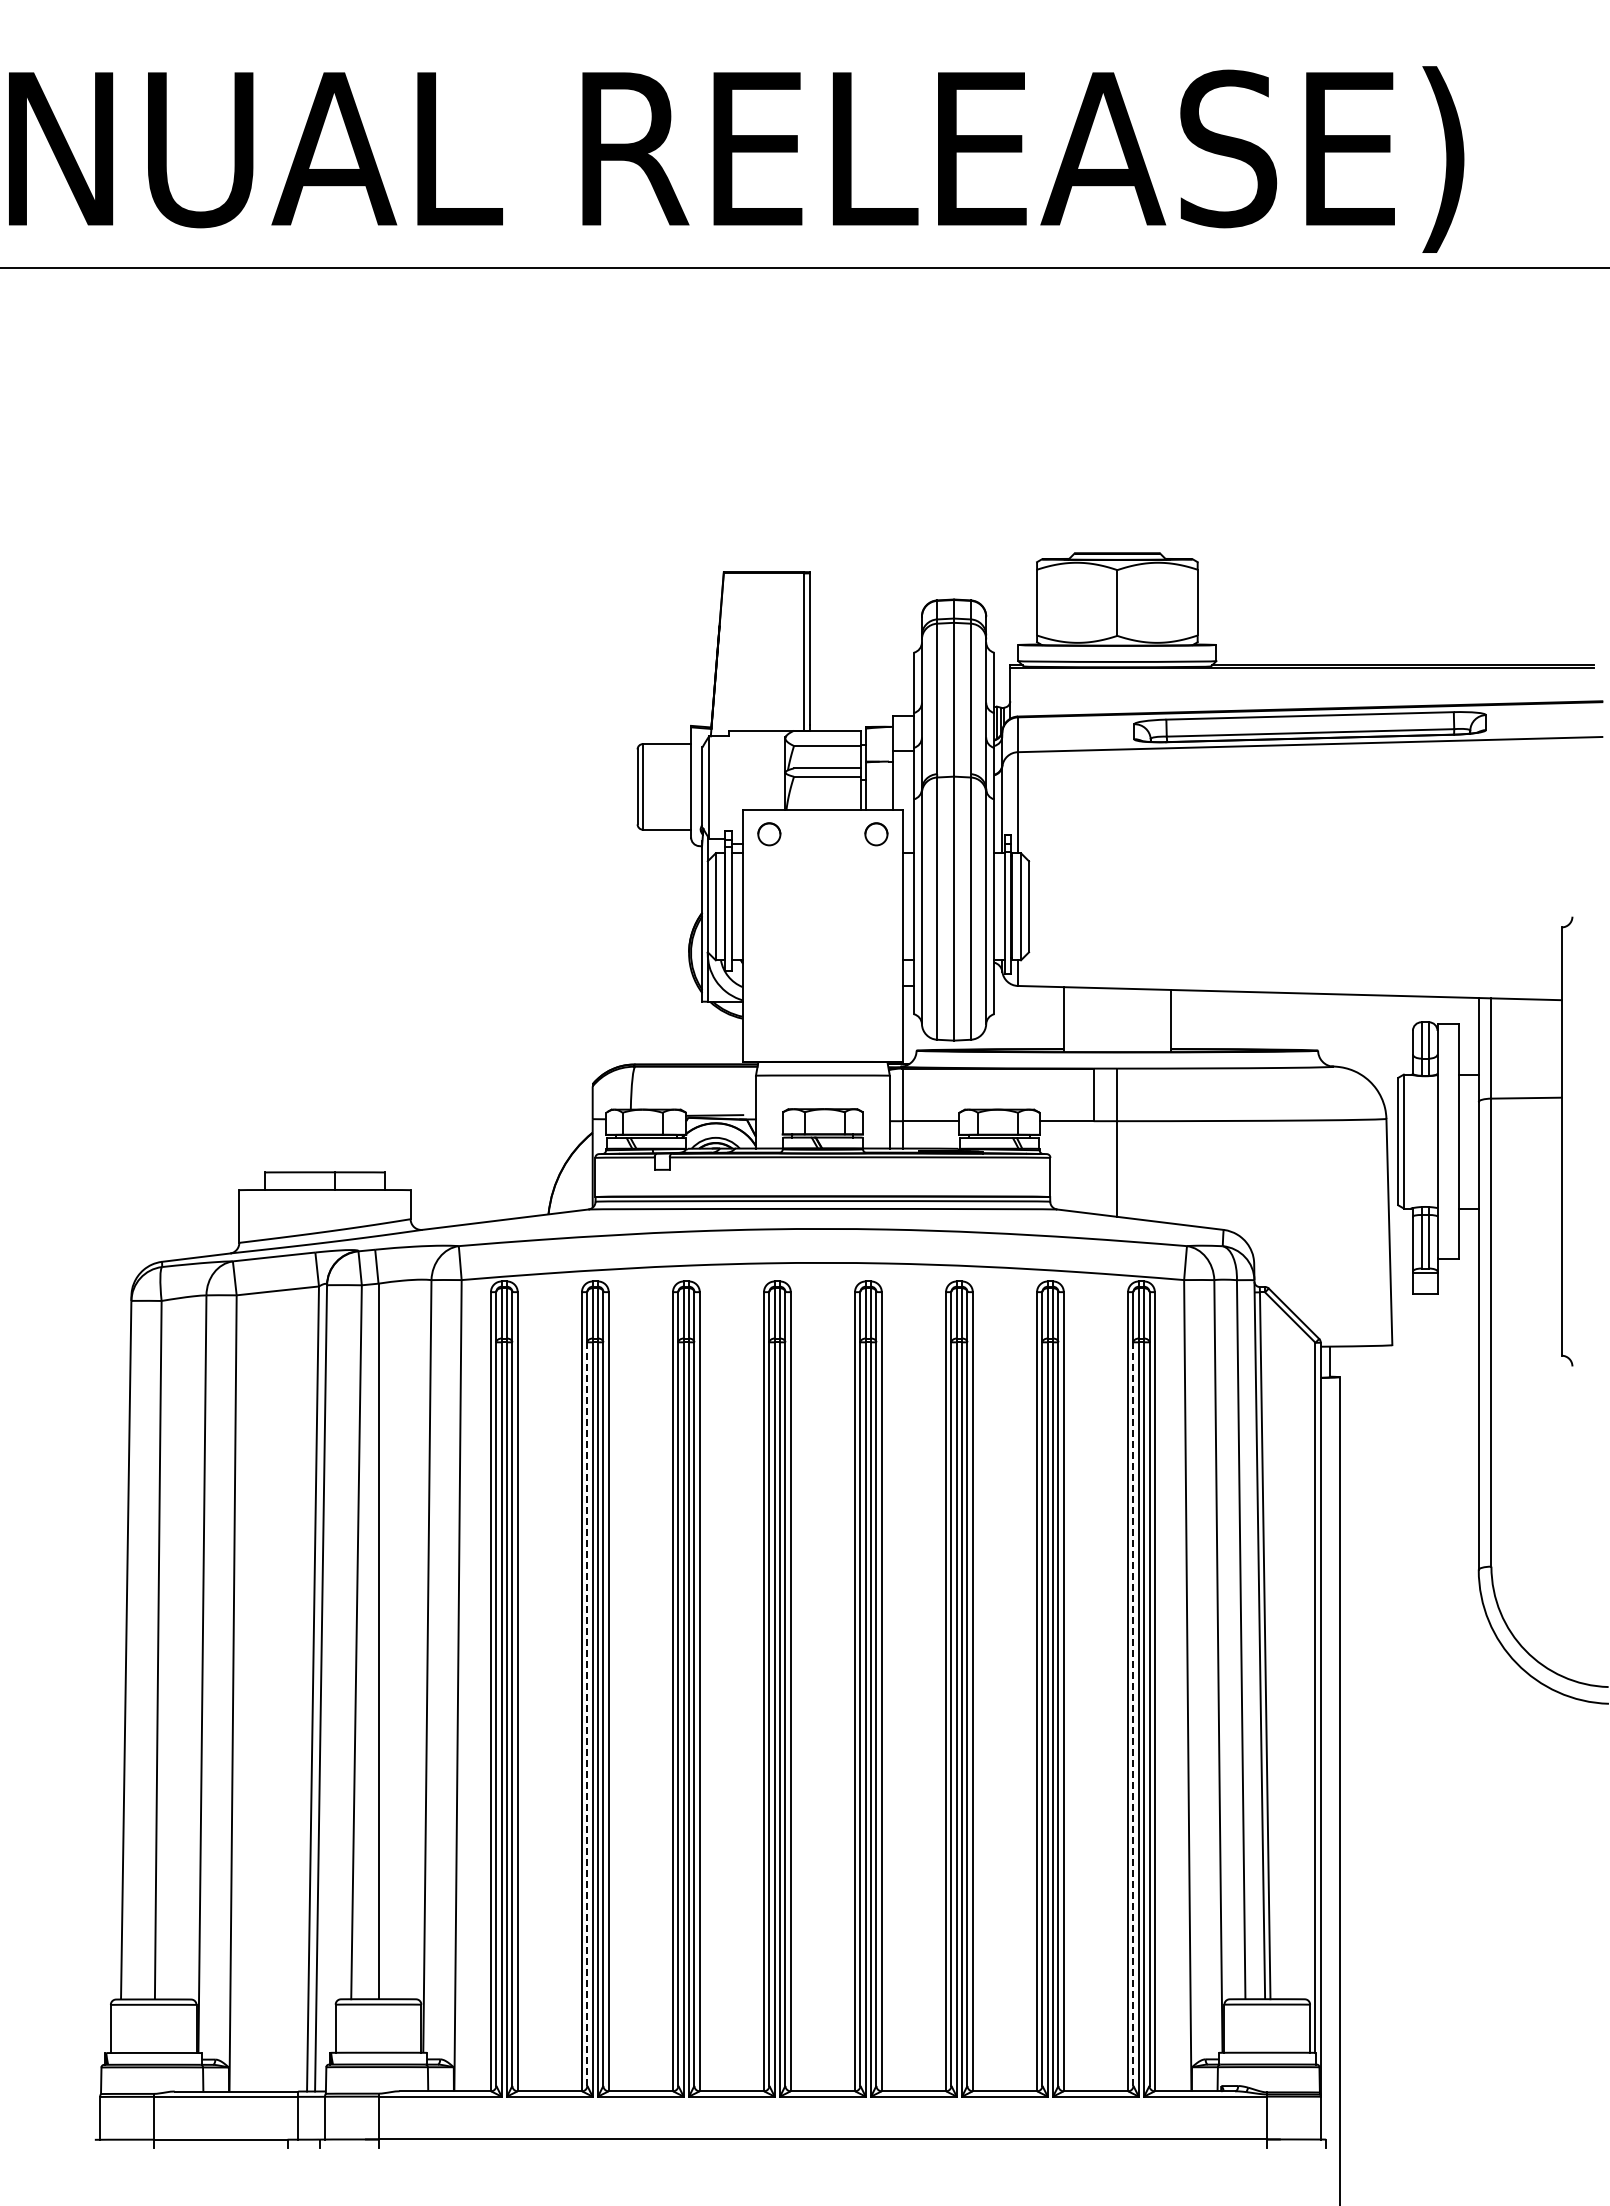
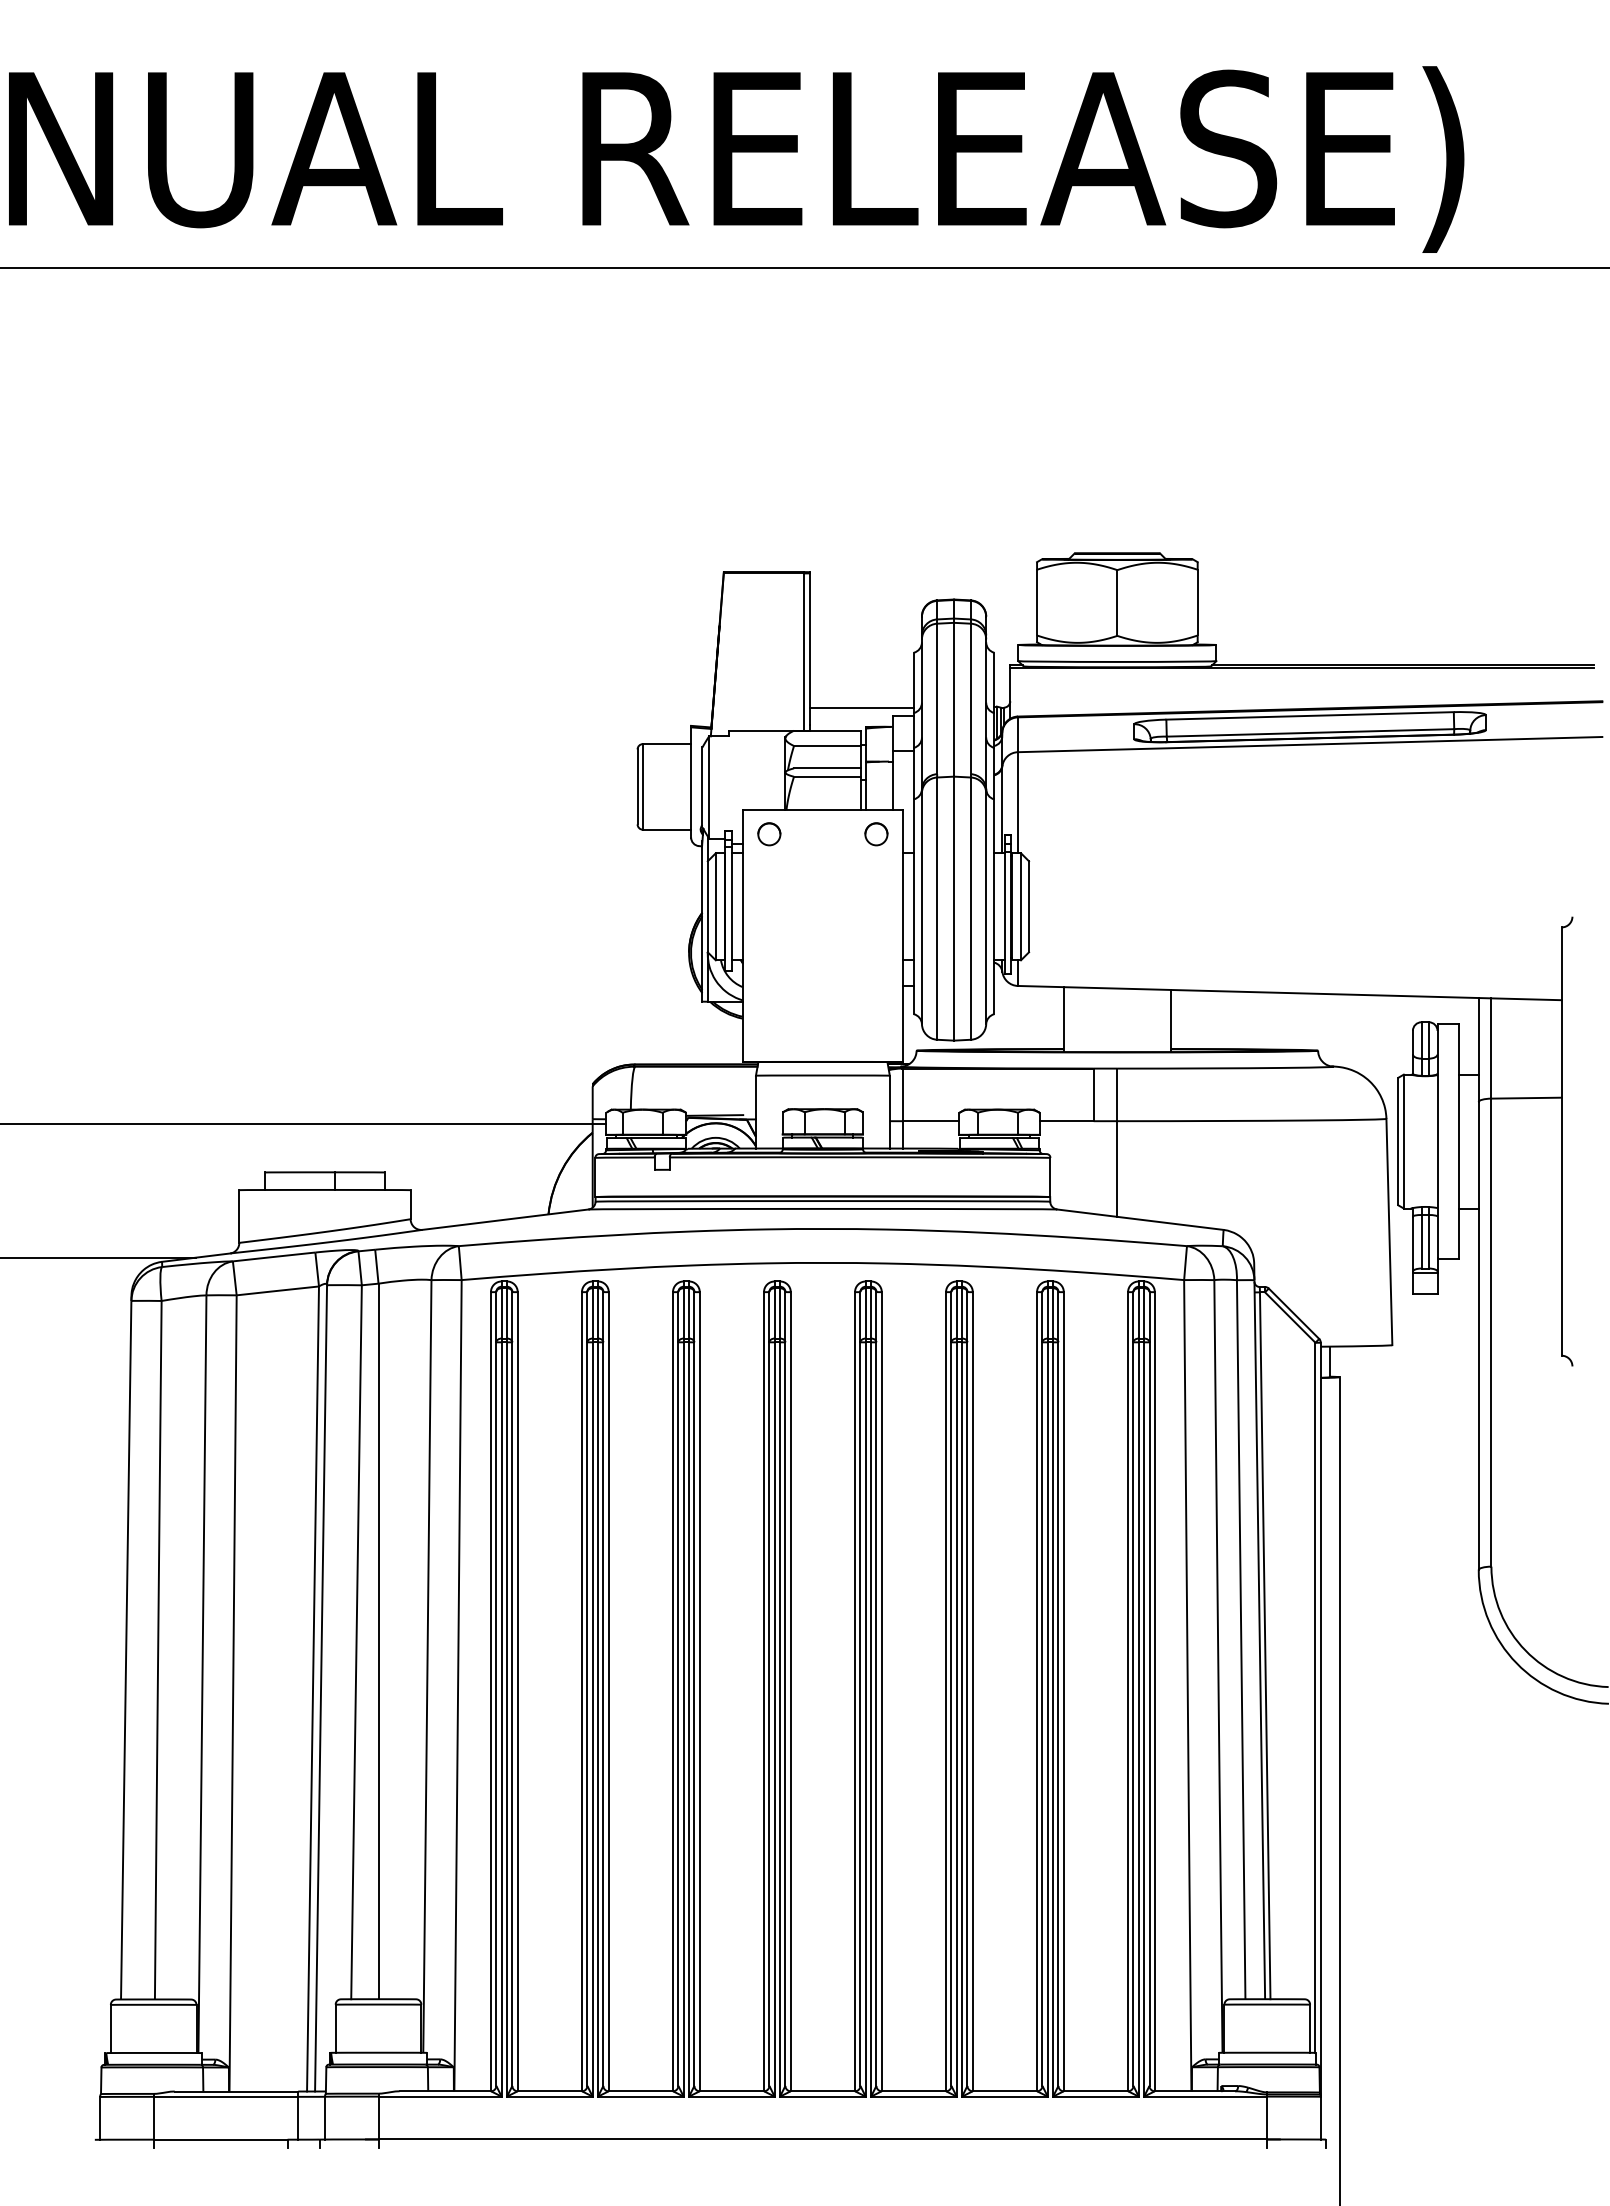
line at (861, 707): none -> present
line at (304, 1123): none -> present
line at (98, 1257): none -> present
line at (587, 1714): dashed -> solid
line at (1133, 1714): dashed -> solid
